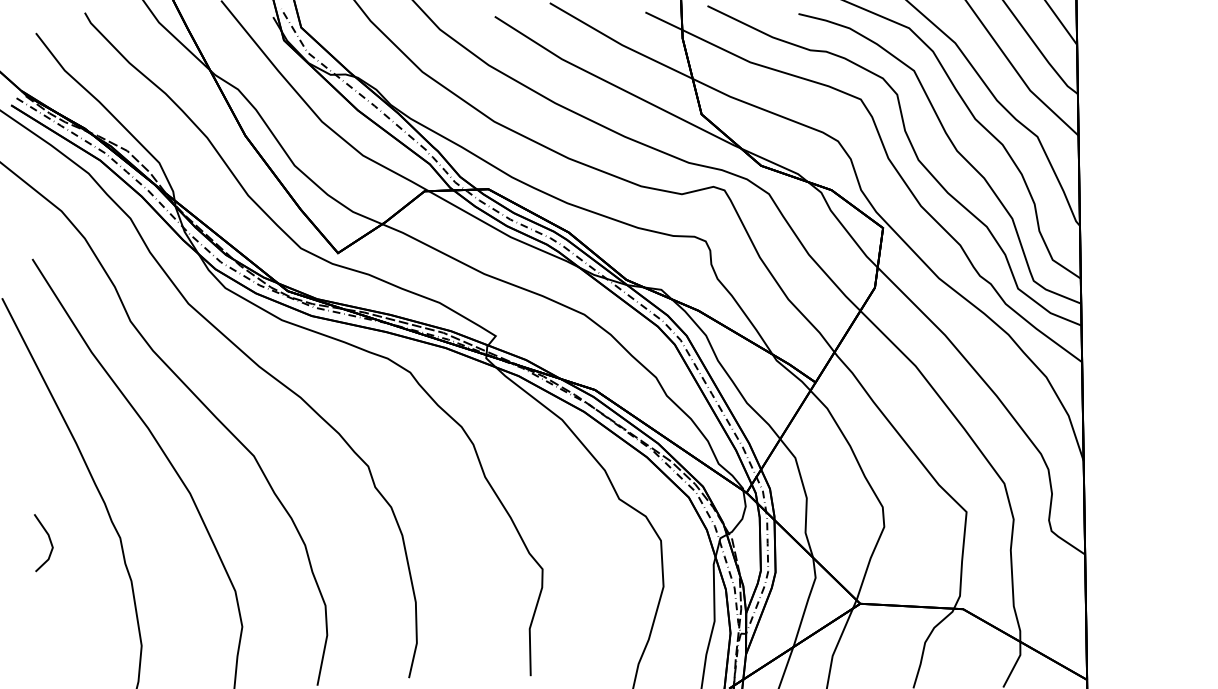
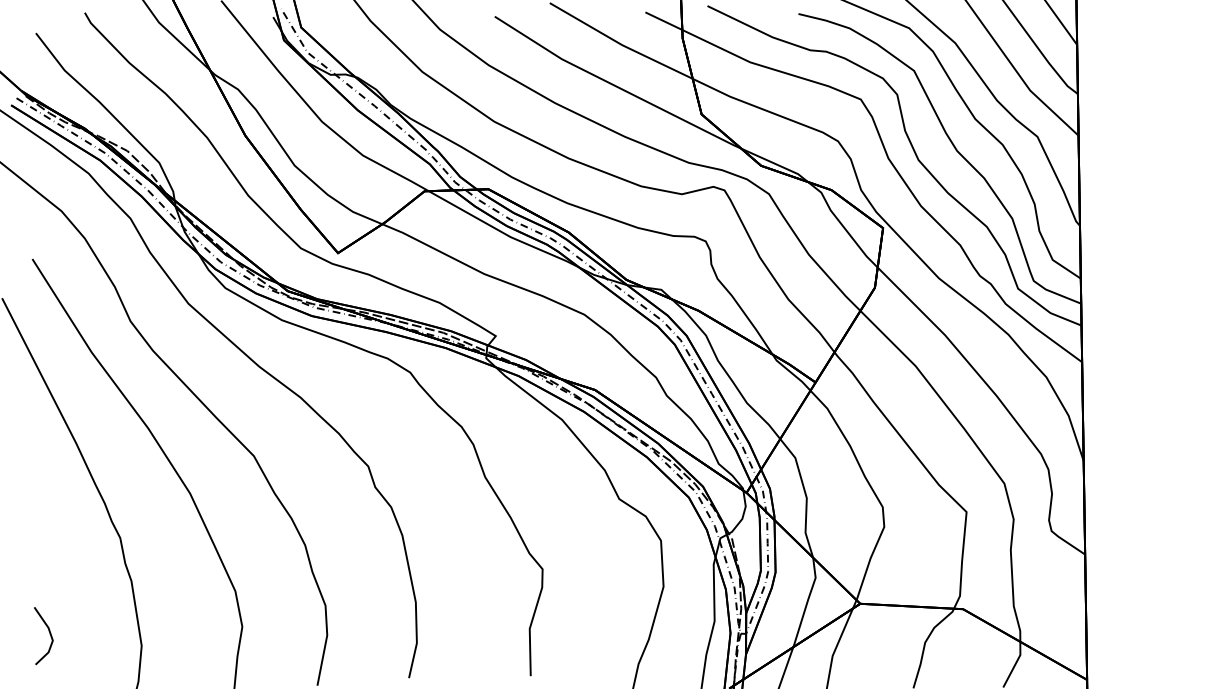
line at (49, 541) position: (49, 541) -> (49, 634)
